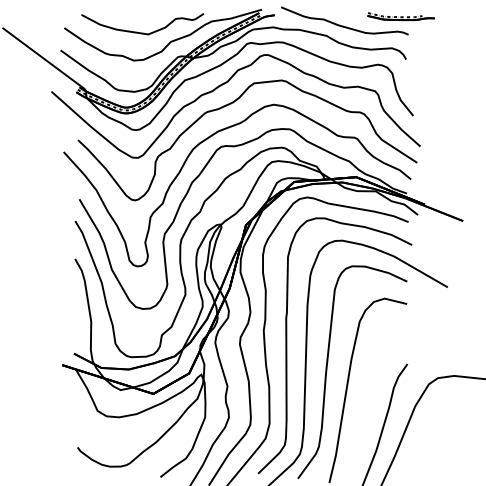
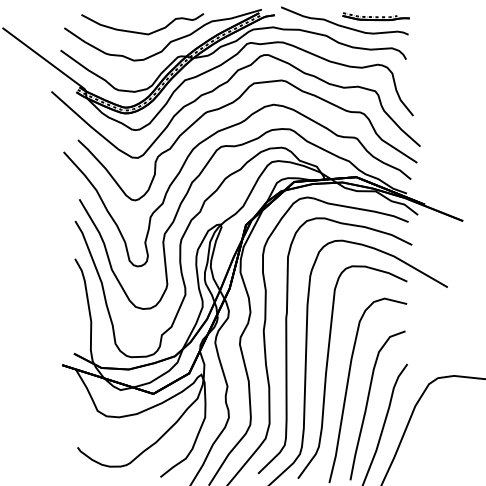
part at (400, 16) position: (400, 16) -> (375, 16)
curve at (368, 402): none -> present
